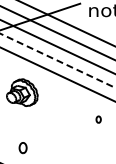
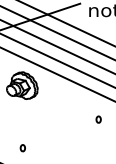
line at (57, 60): dashed -> solid
part at (22, 92) position: (22, 92) -> (22, 85)
part at (22, 148) size: 10x13 px -> 7x9 px
